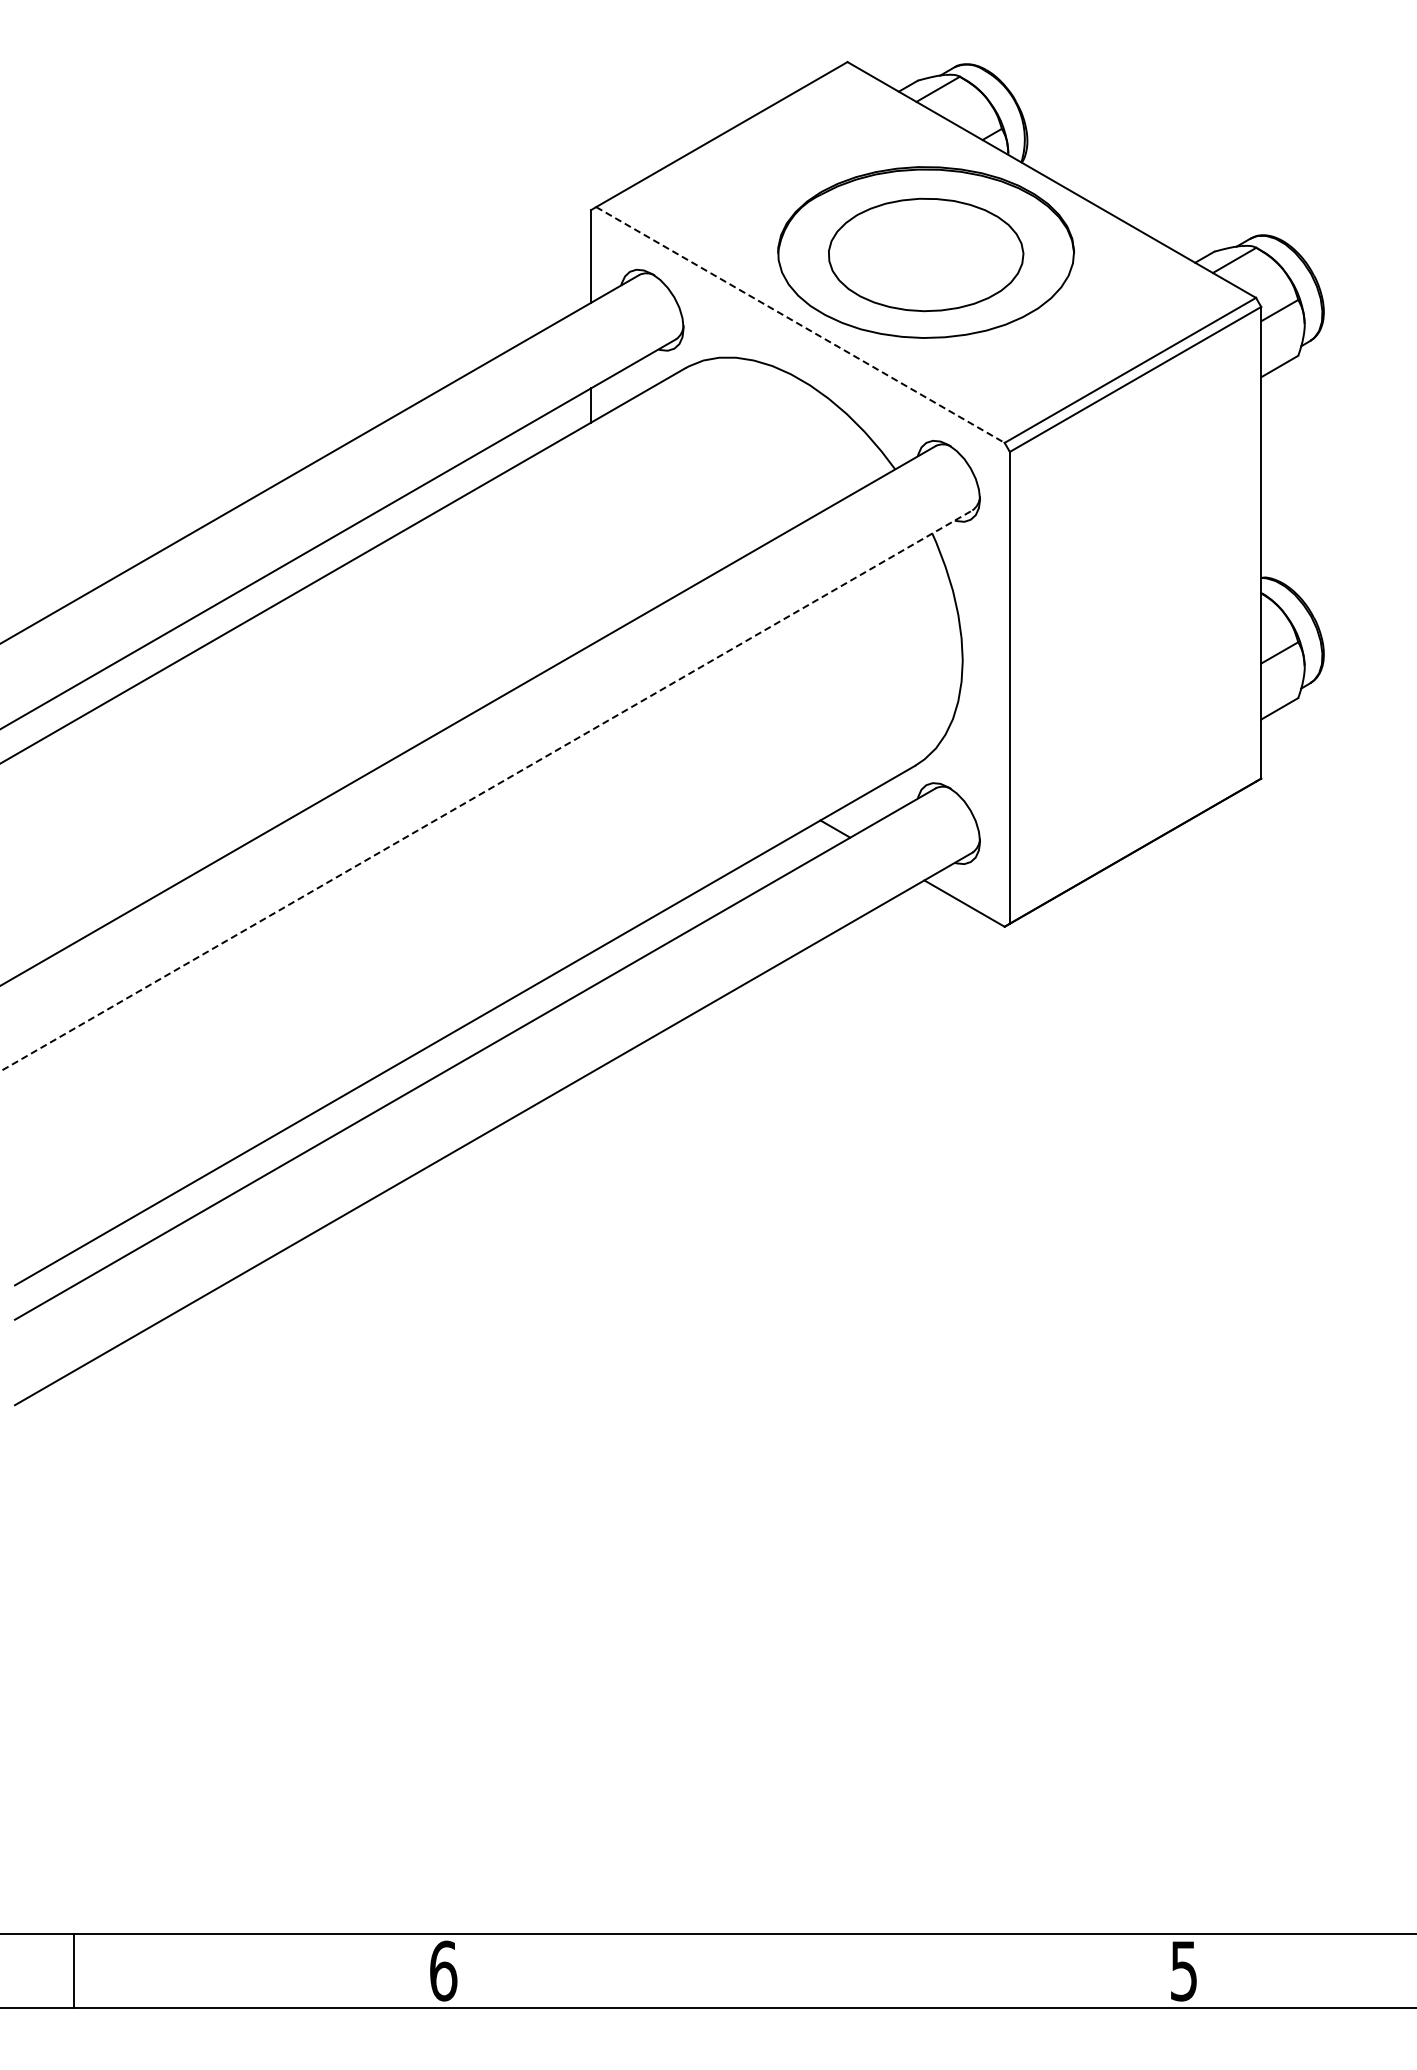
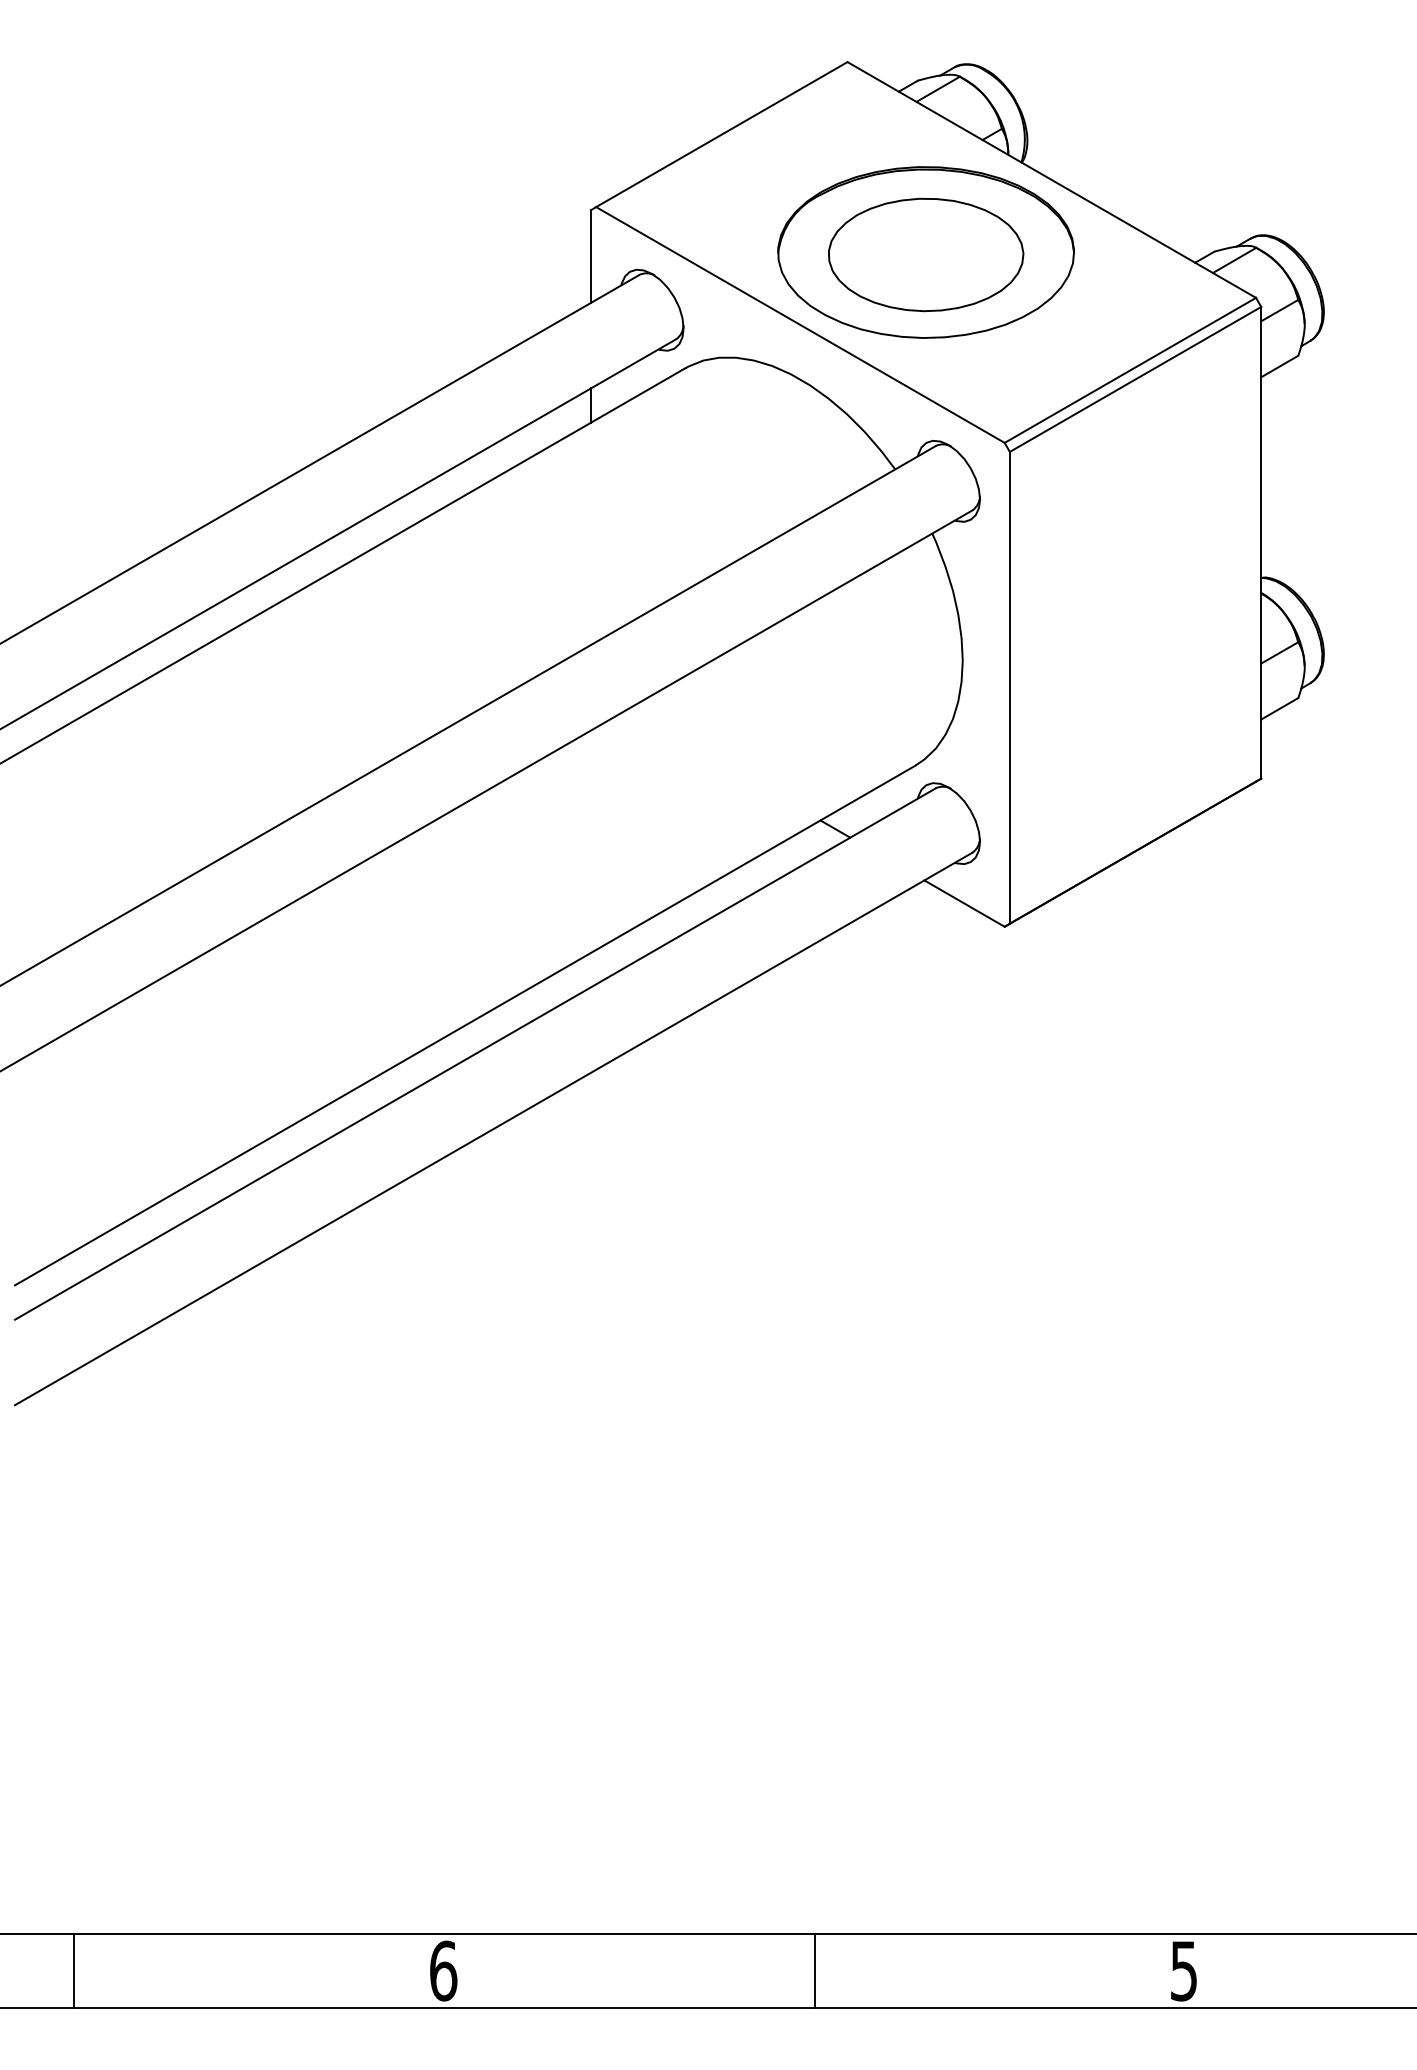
line at (800, 325): dashed -> solid
line at (486, 790): dashed -> solid
line at (814, 1970): none -> present
